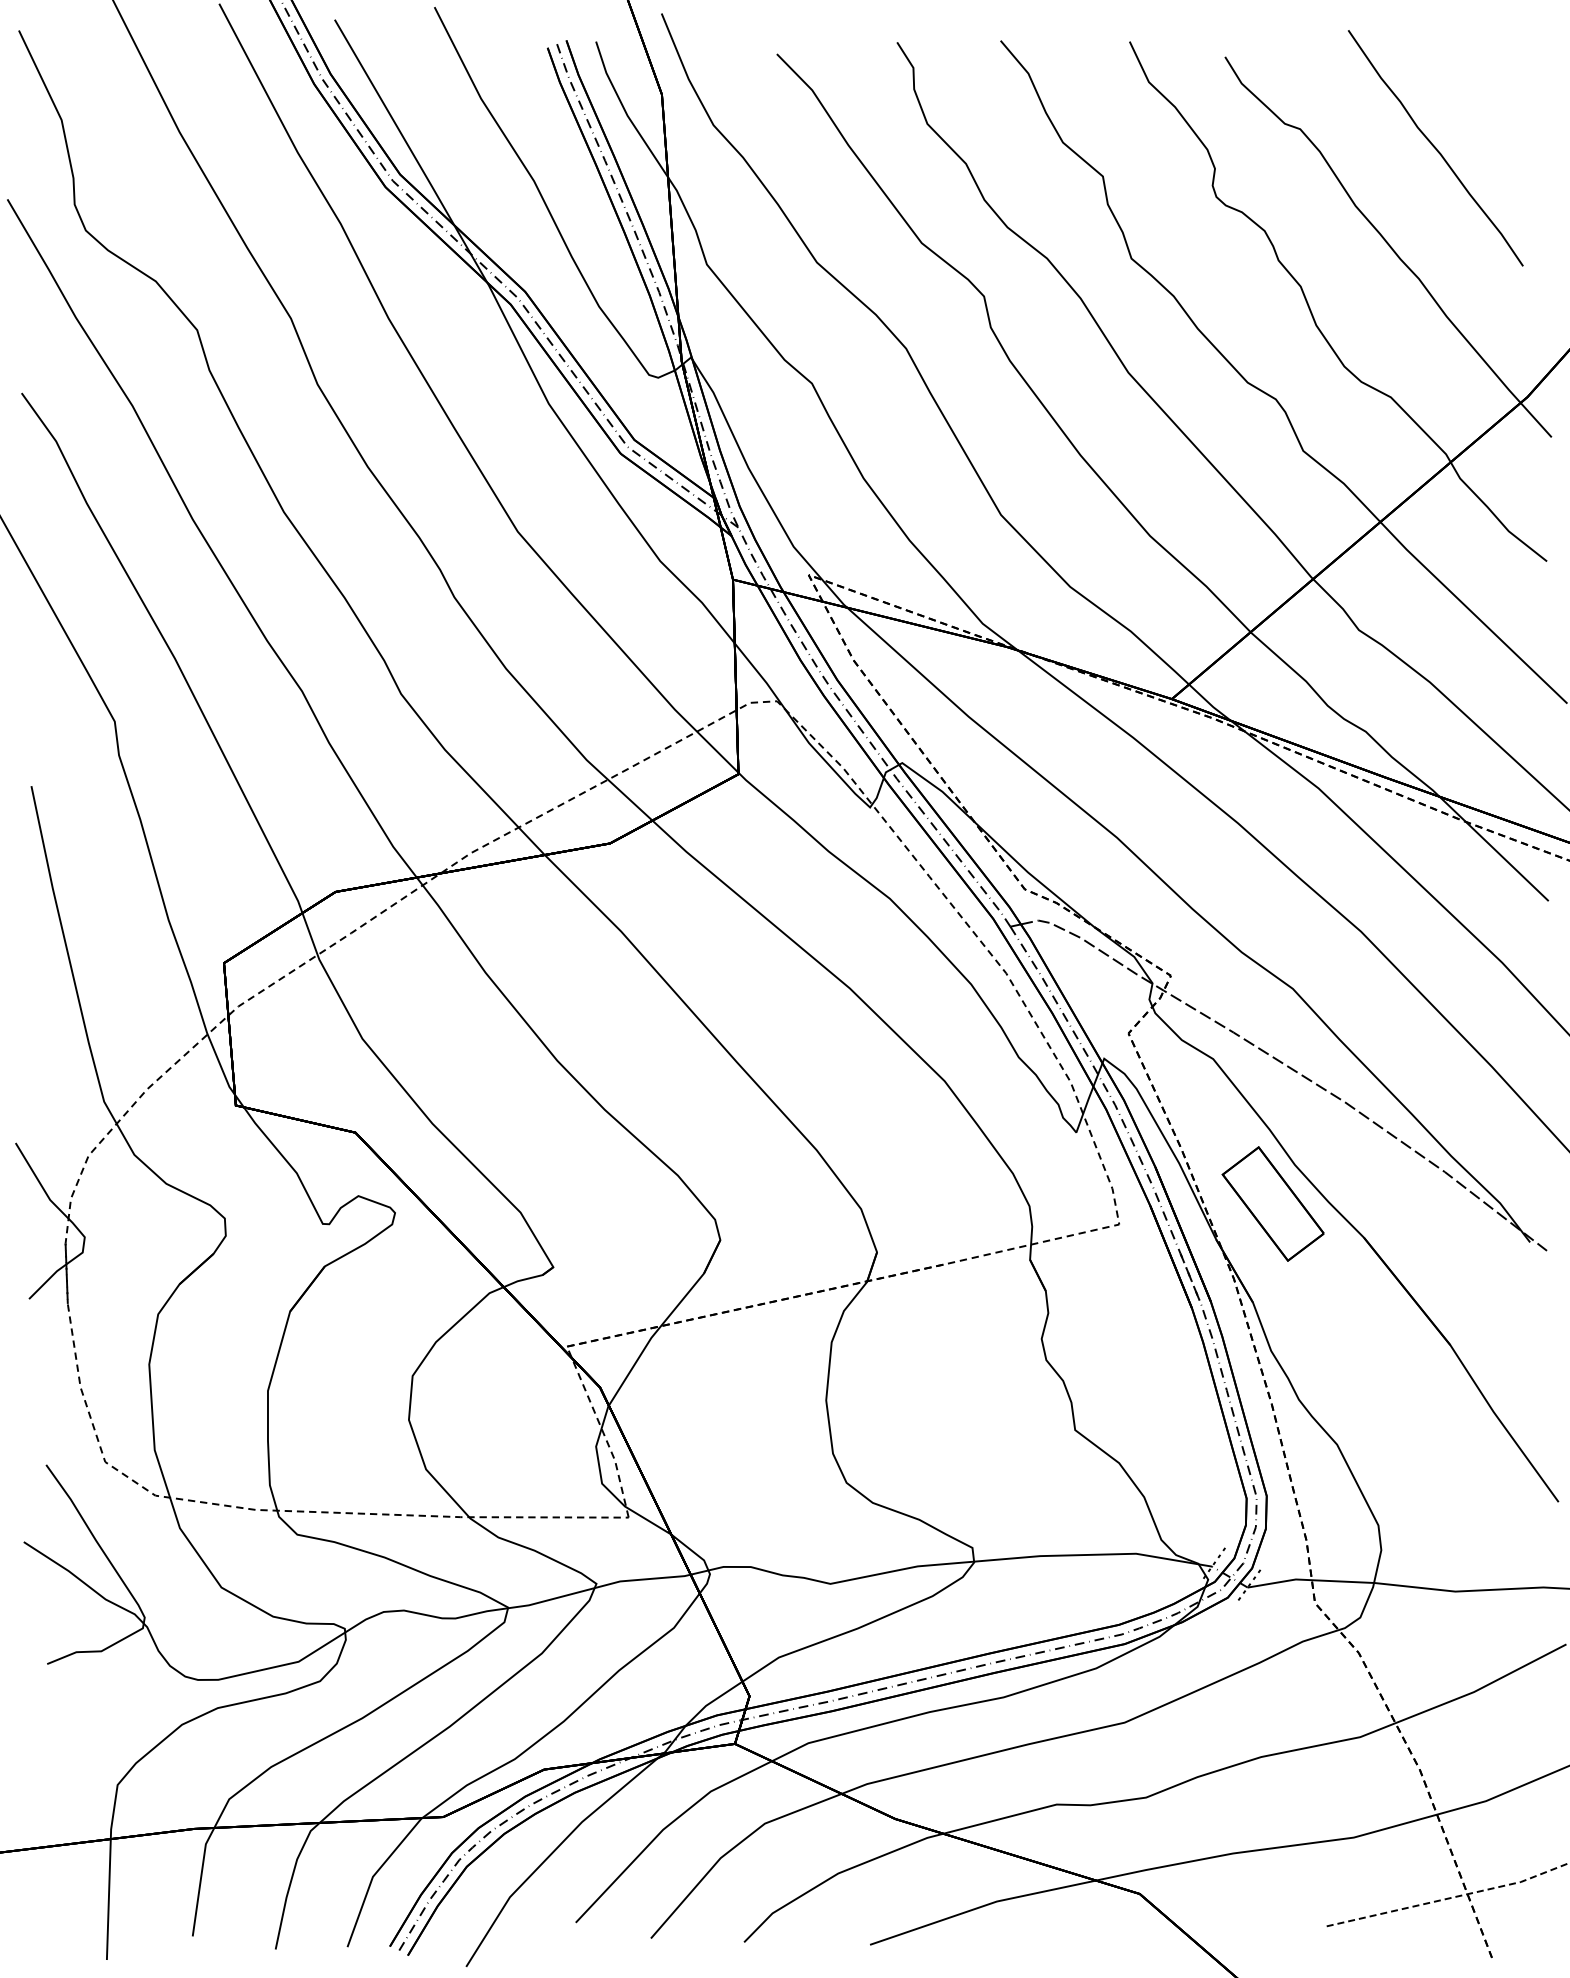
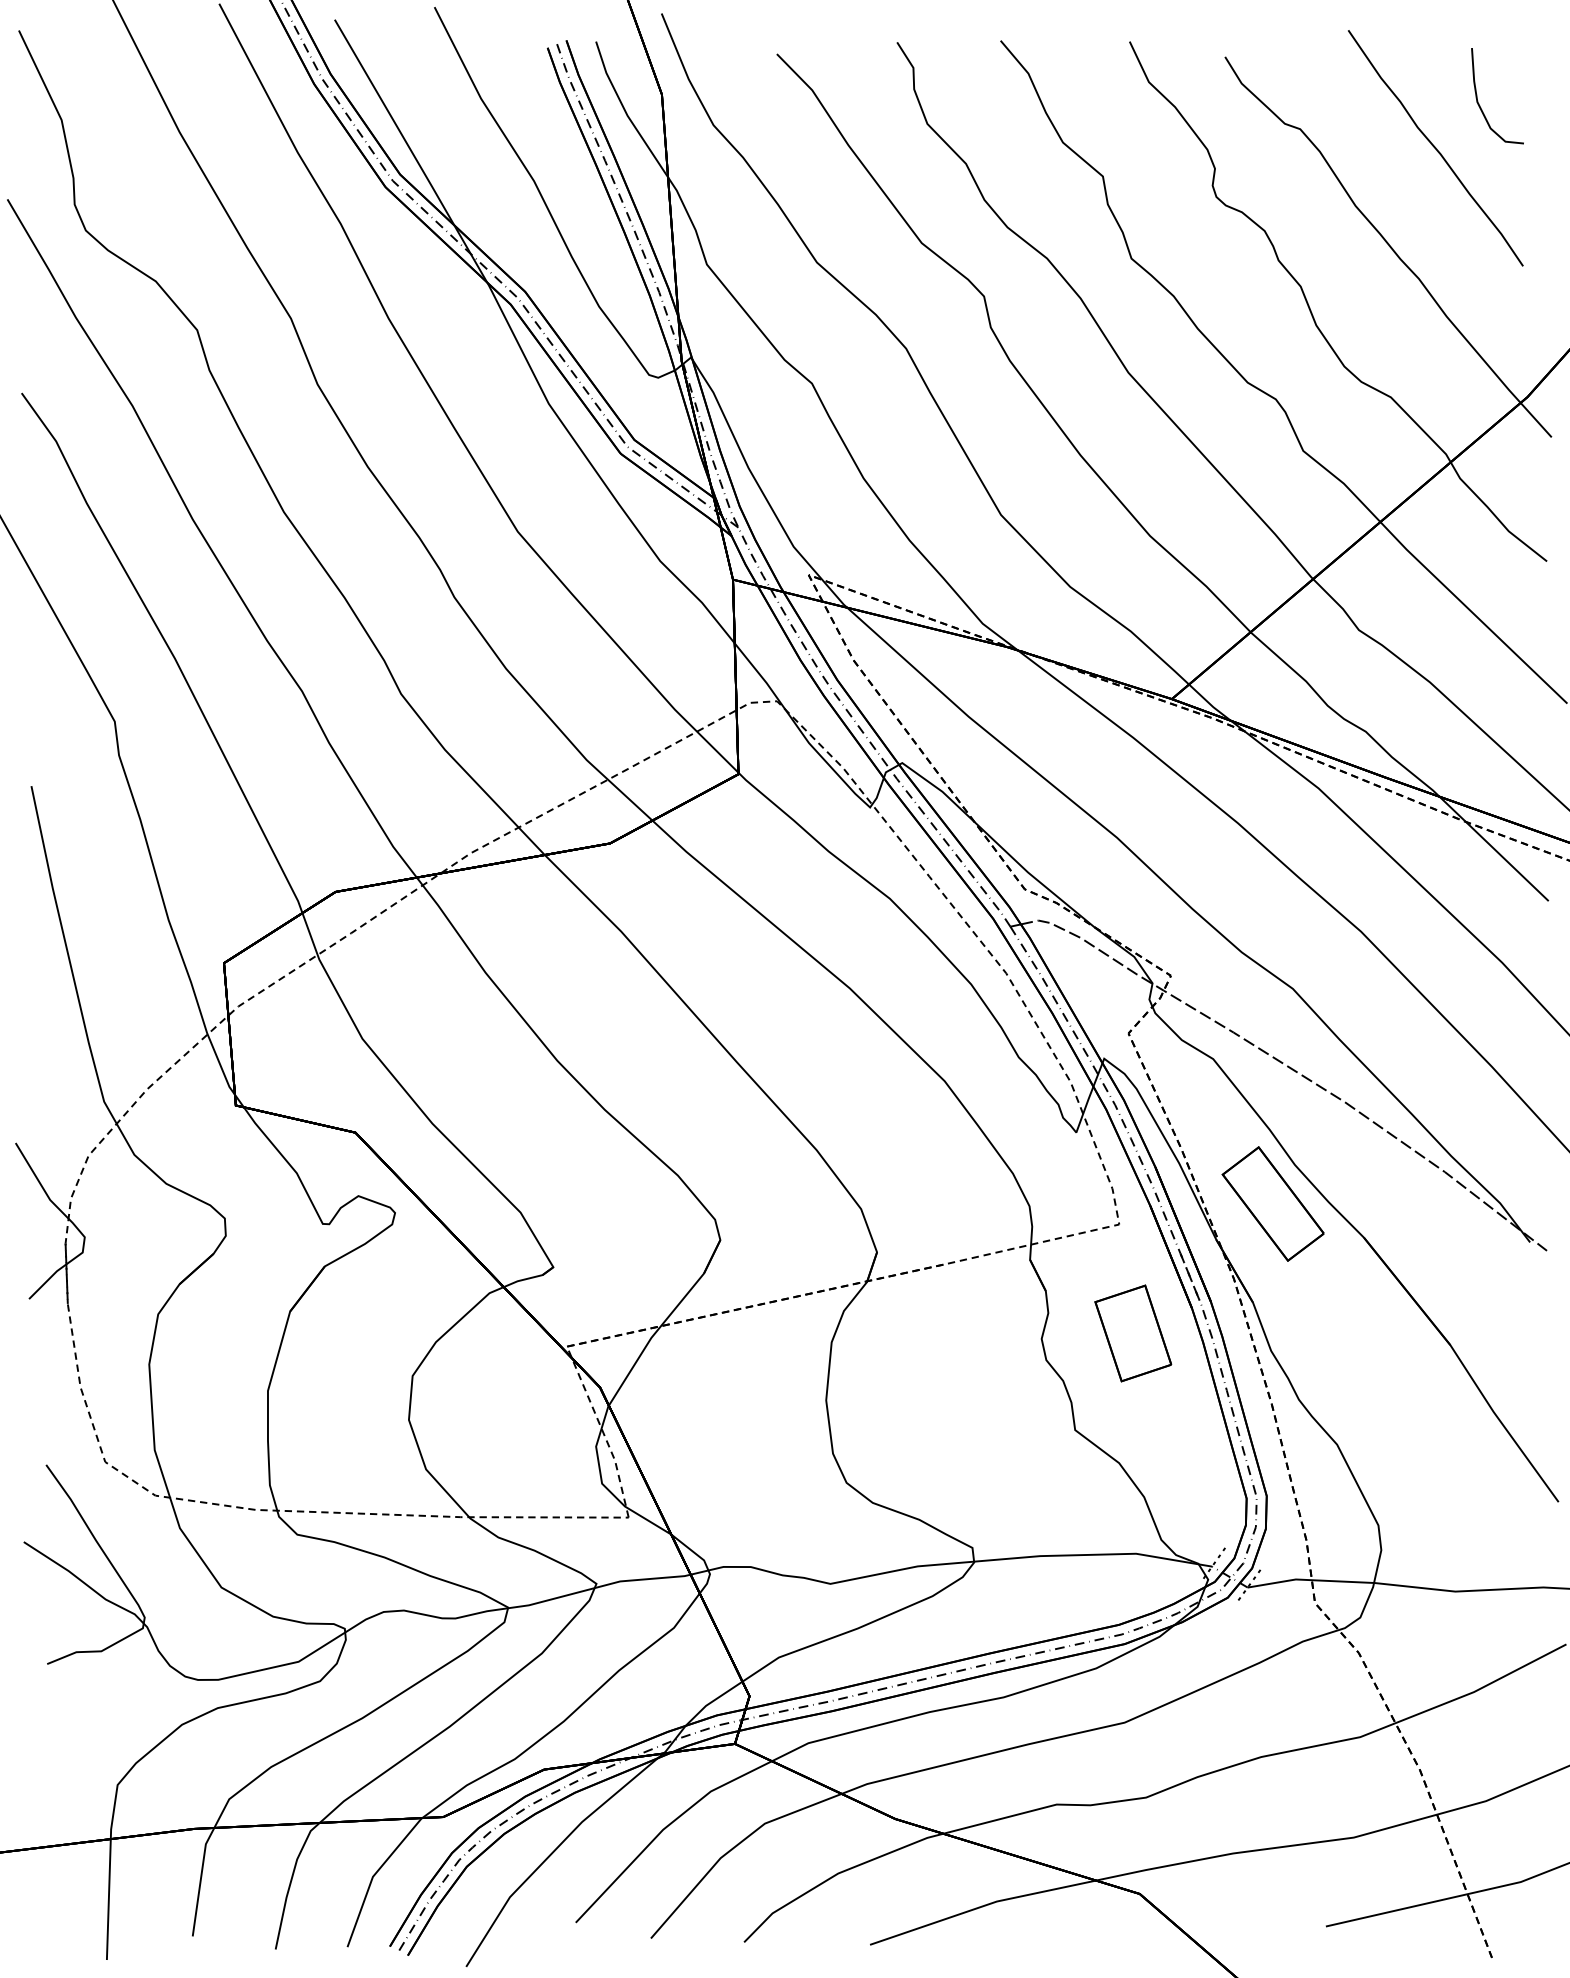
curve at (1480, 105): none -> present
part at (1133, 1333): none -> present
line at (1449, 1898): dashed -> solid
